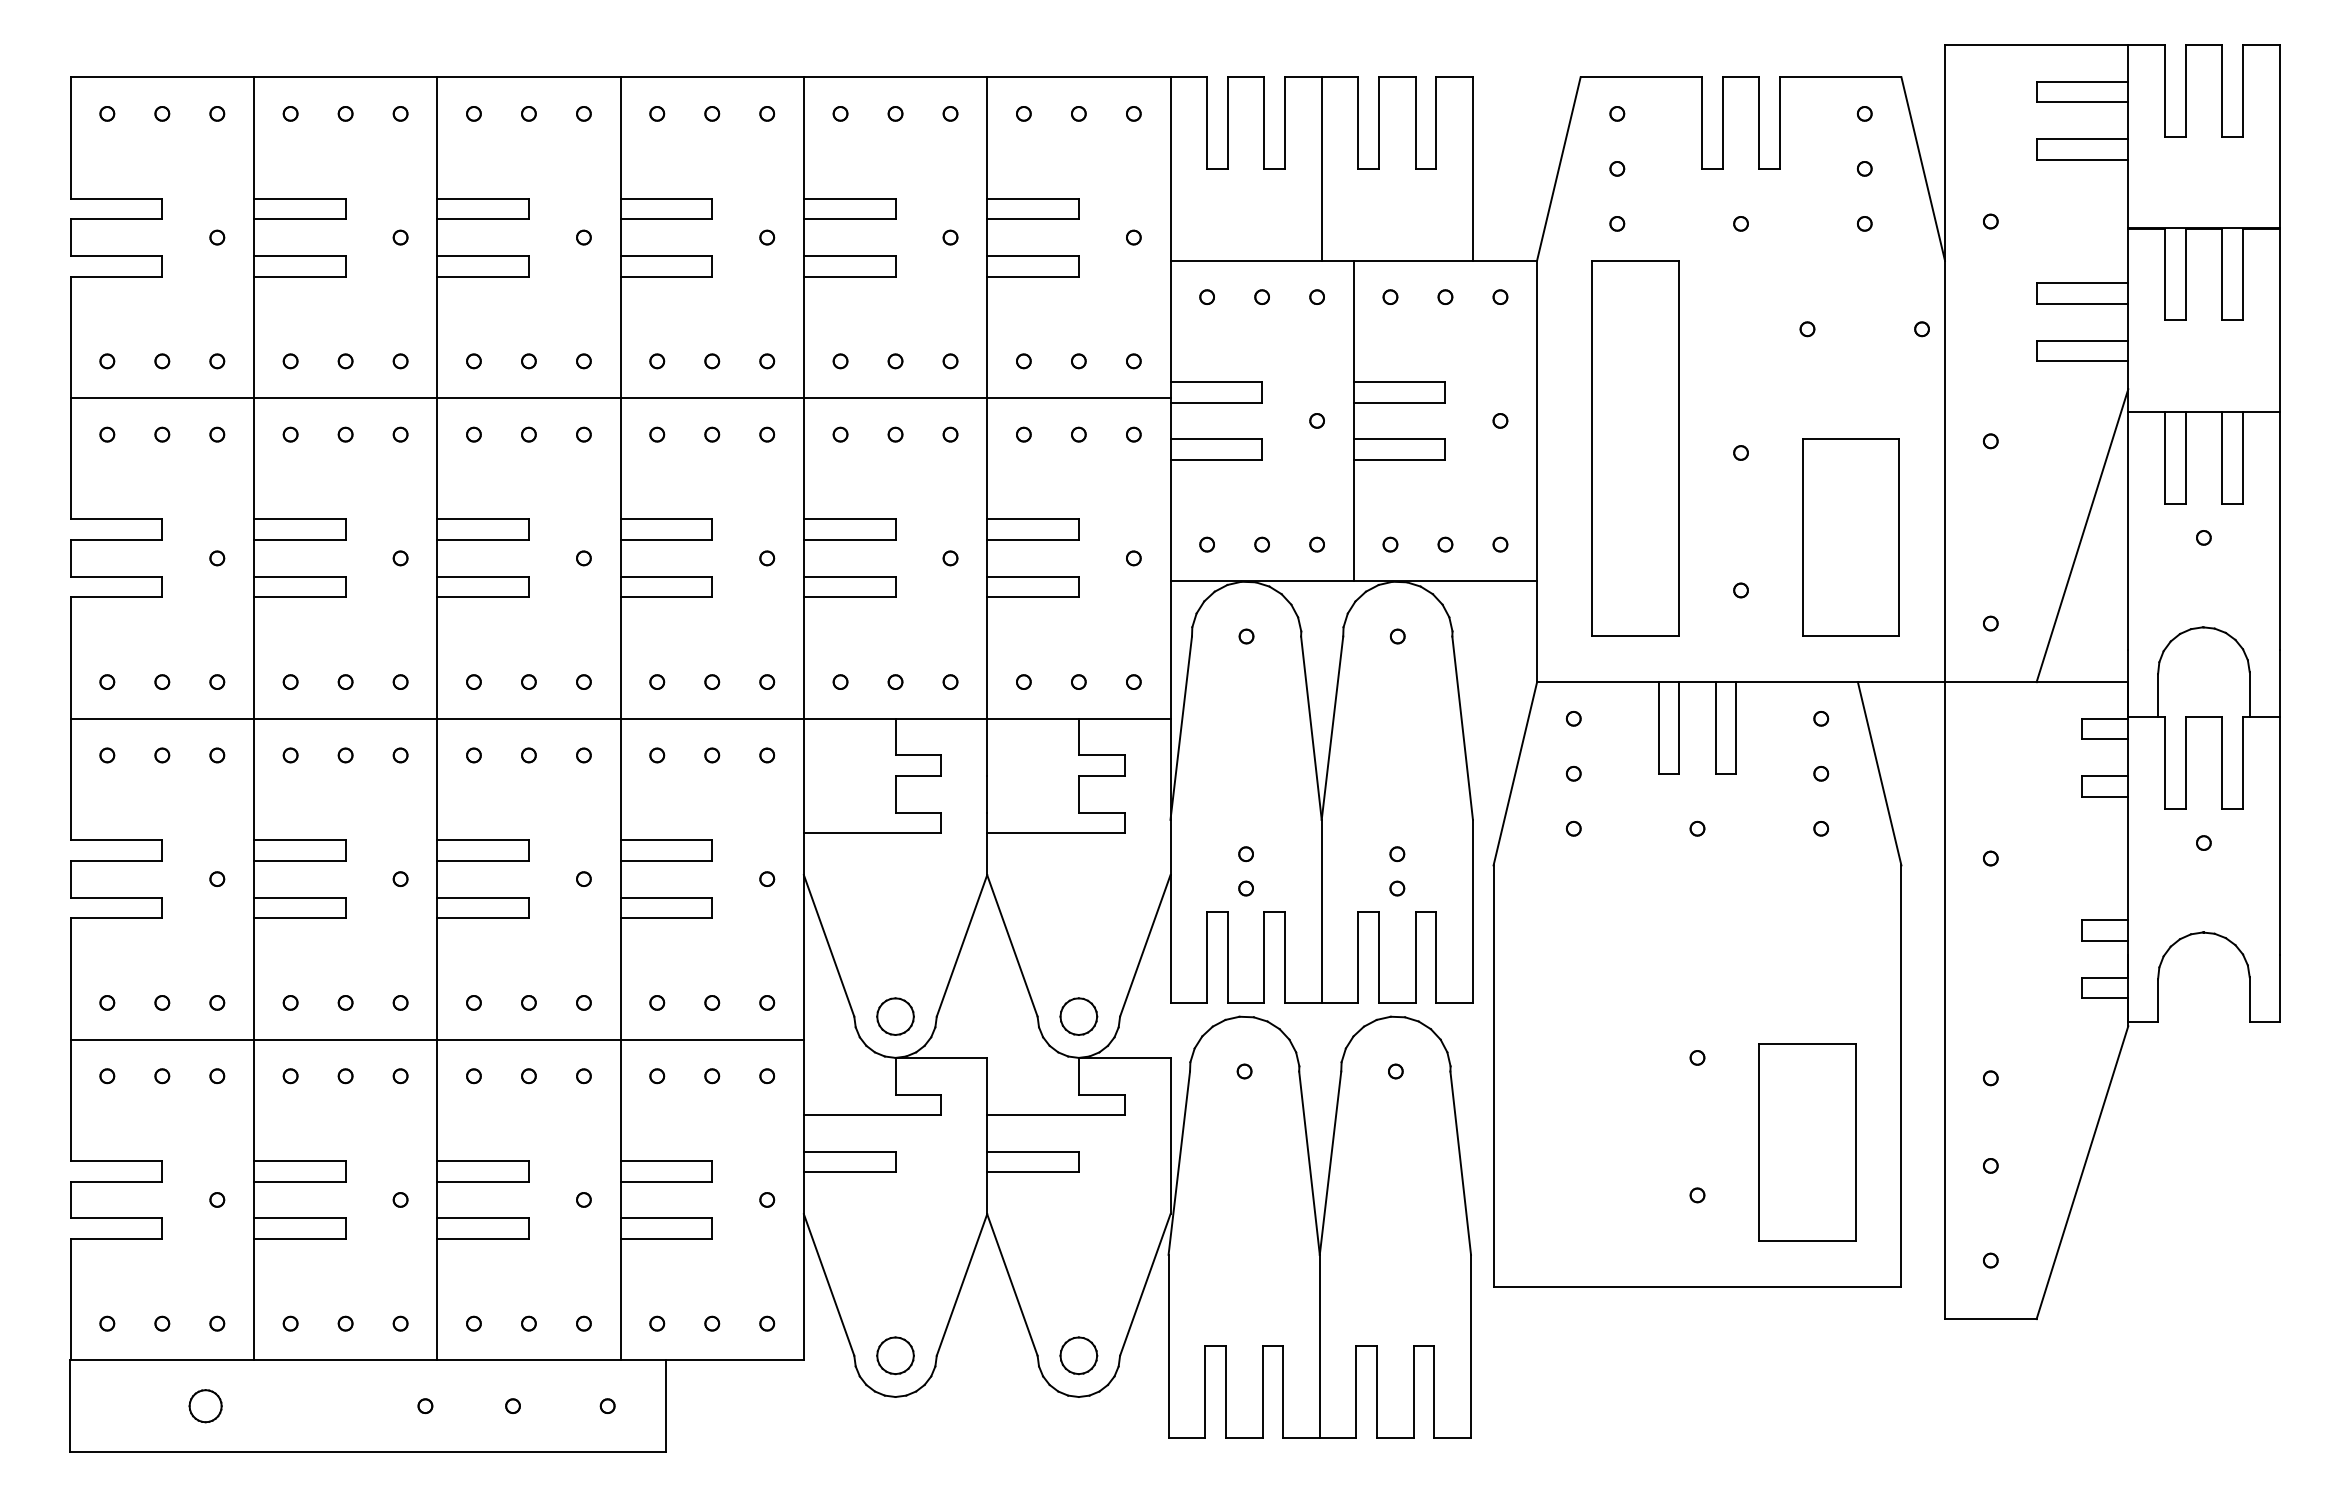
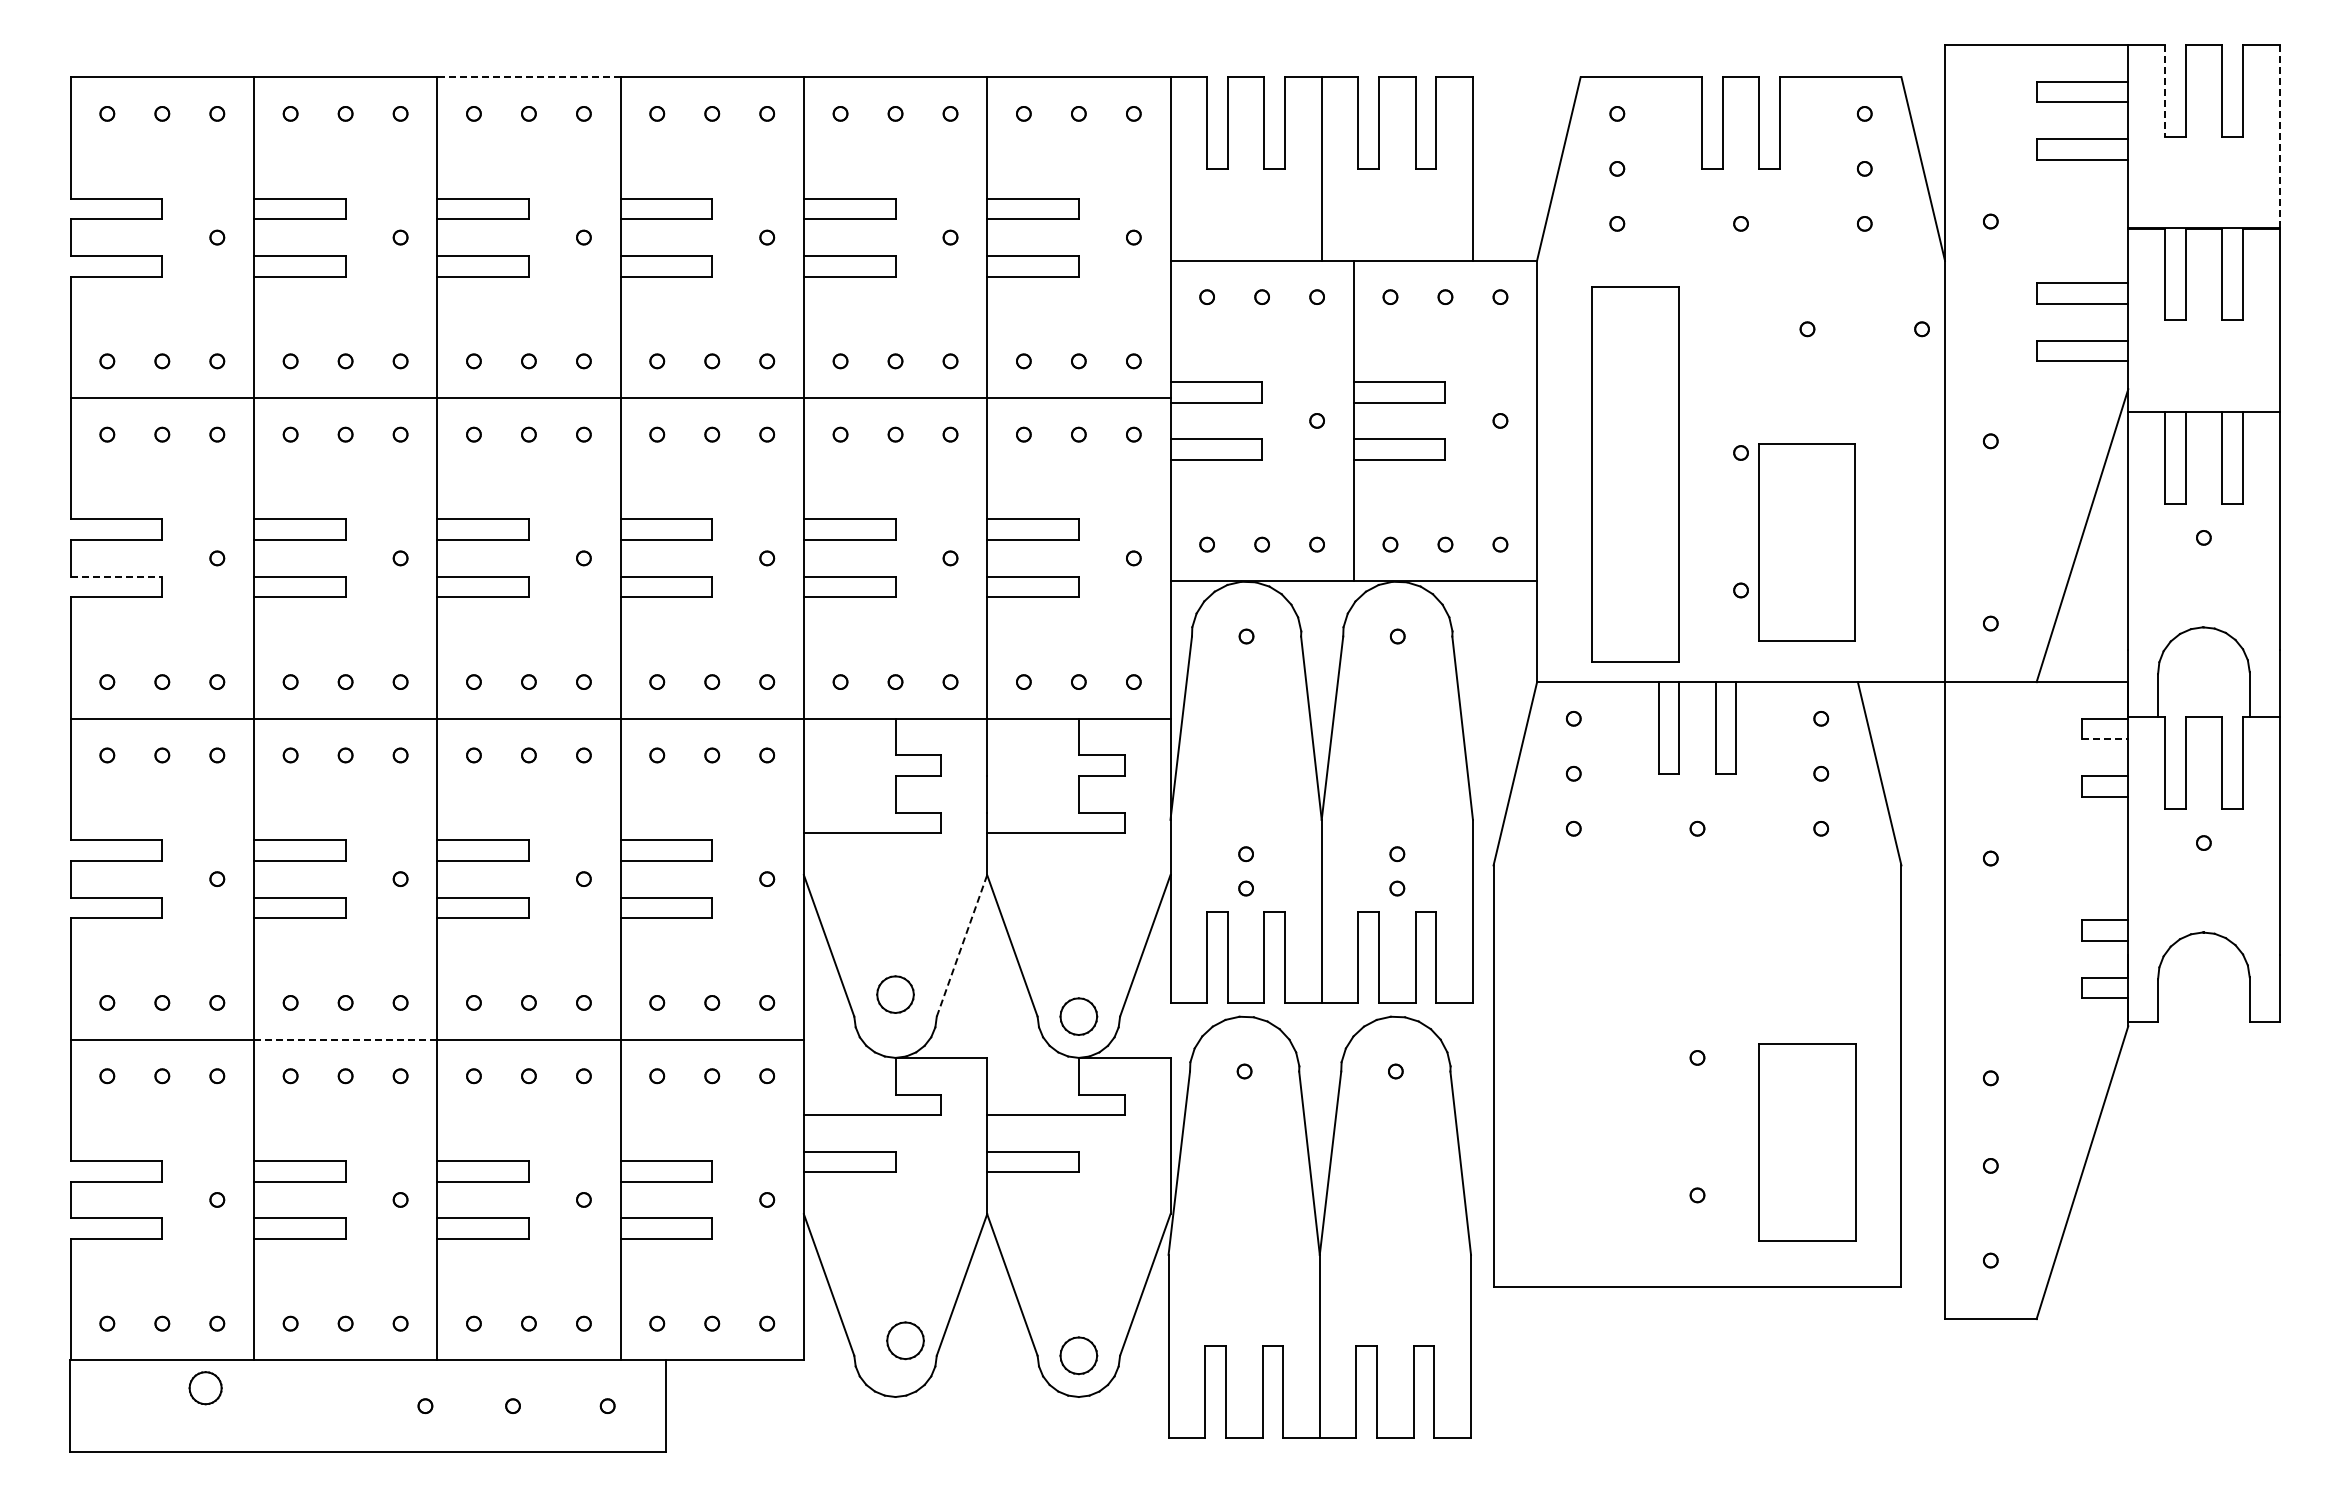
line at (528, 77): solid -> dashed
line at (2164, 90): solid -> dashed
line at (2279, 136): solid -> dashed
part at (1635, 448) position: (1635, 448) -> (1635, 474)
part at (1850, 537) position: (1850, 537) -> (1806, 542)
line at (116, 576): solid -> dashed
line at (2105, 739): solid -> dashed
line at (962, 945): solid -> dashed
part at (895, 1016) position: (895, 1016) -> (895, 994)
line at (345, 1039): solid -> dashed
part at (895, 1355) position: (895, 1355) -> (905, 1340)
part at (205, 1406) position: (205, 1406) -> (205, 1388)
